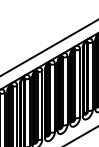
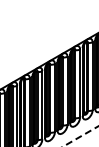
line at (48, 47): present -> none
line at (80, 136): solid -> dashed
